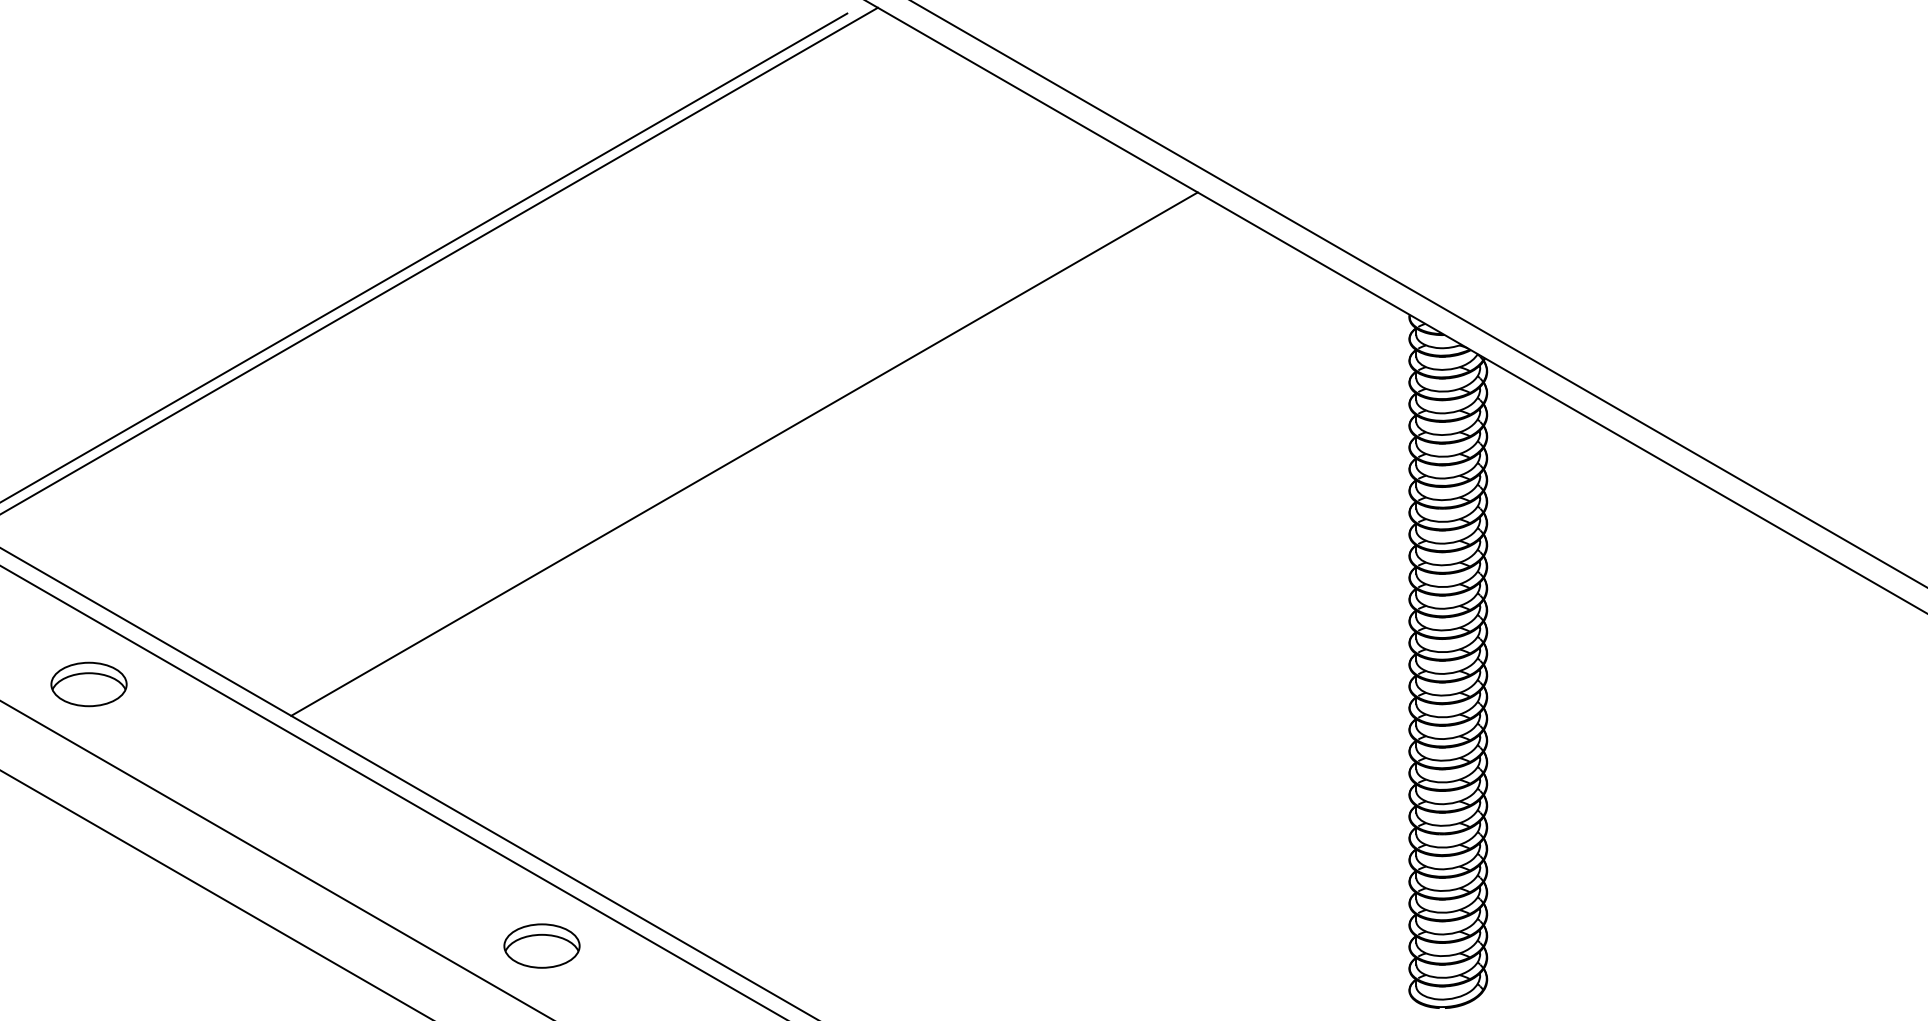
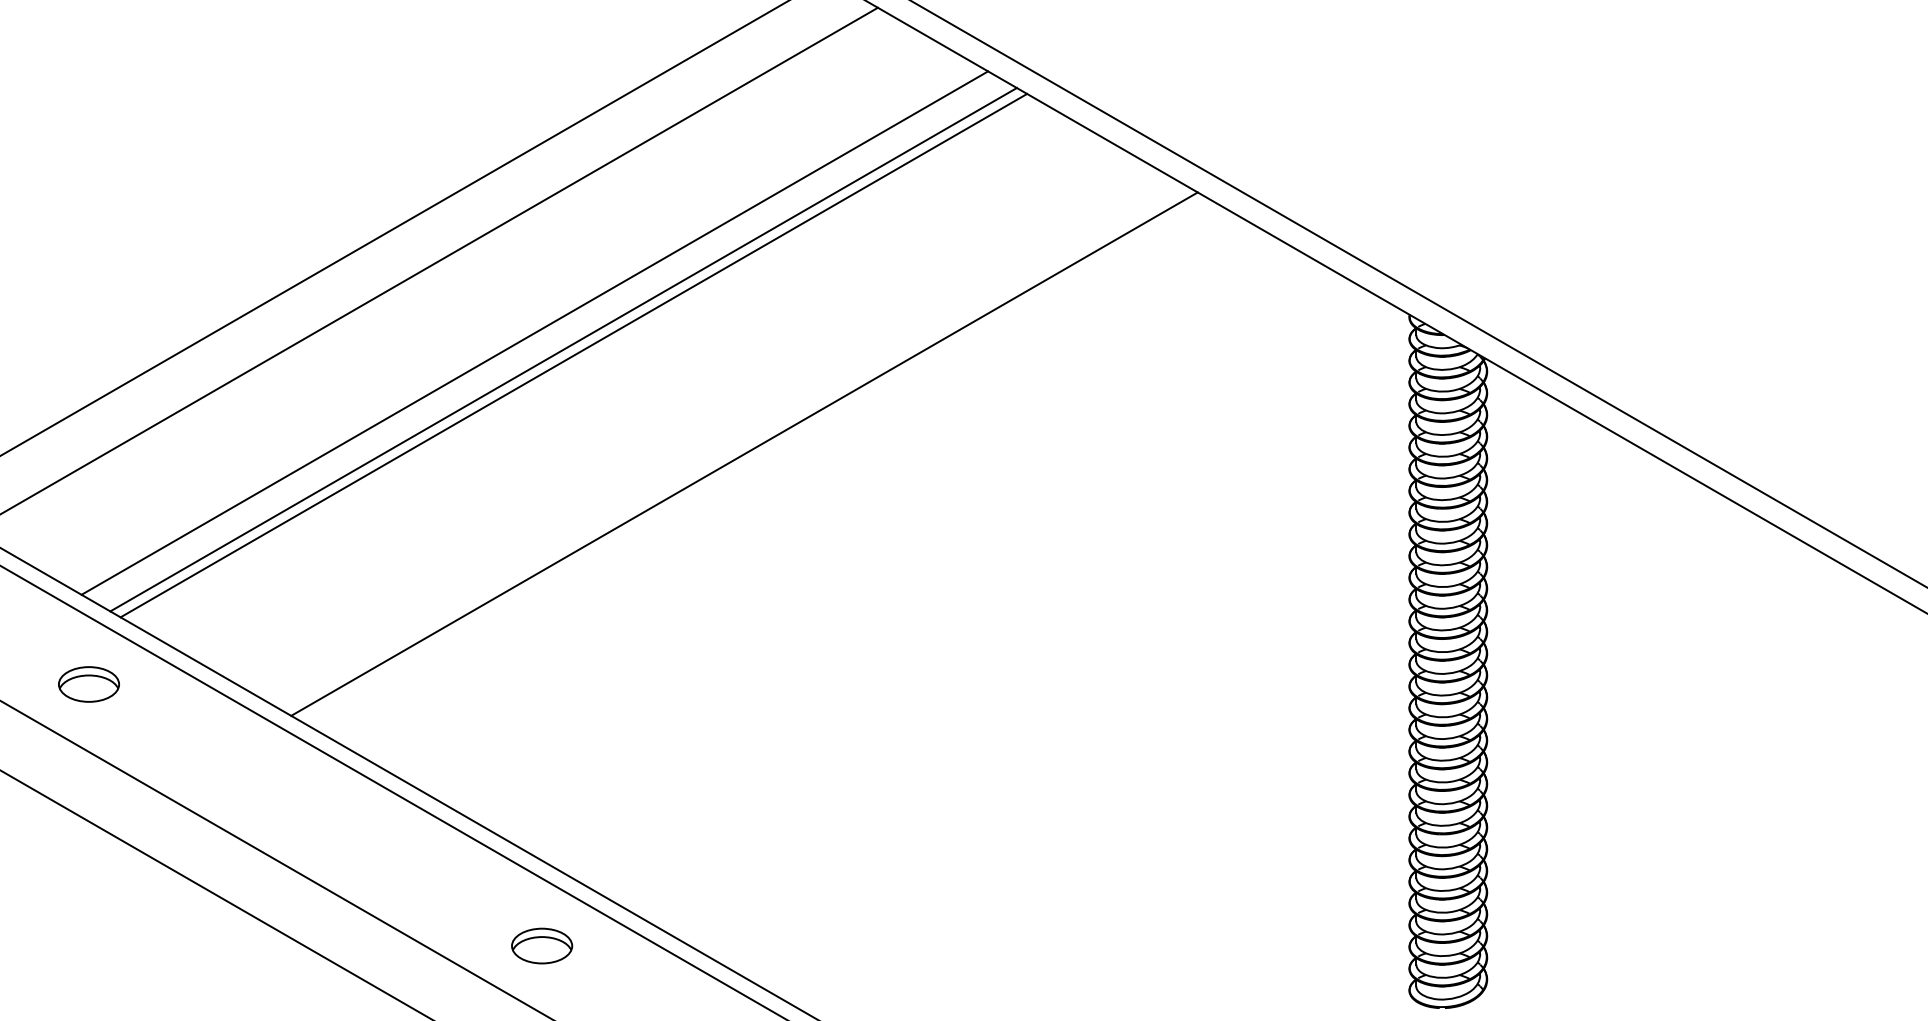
line at (424, 257) position: (424, 257) -> (394, 228)
line at (534, 332): none -> present
line at (563, 349): none -> present
line at (573, 355): none -> present
part at (88, 684) size: 78x47 px -> 62x37 px
part at (541, 945) size: 78x46 px -> 63x38 px
